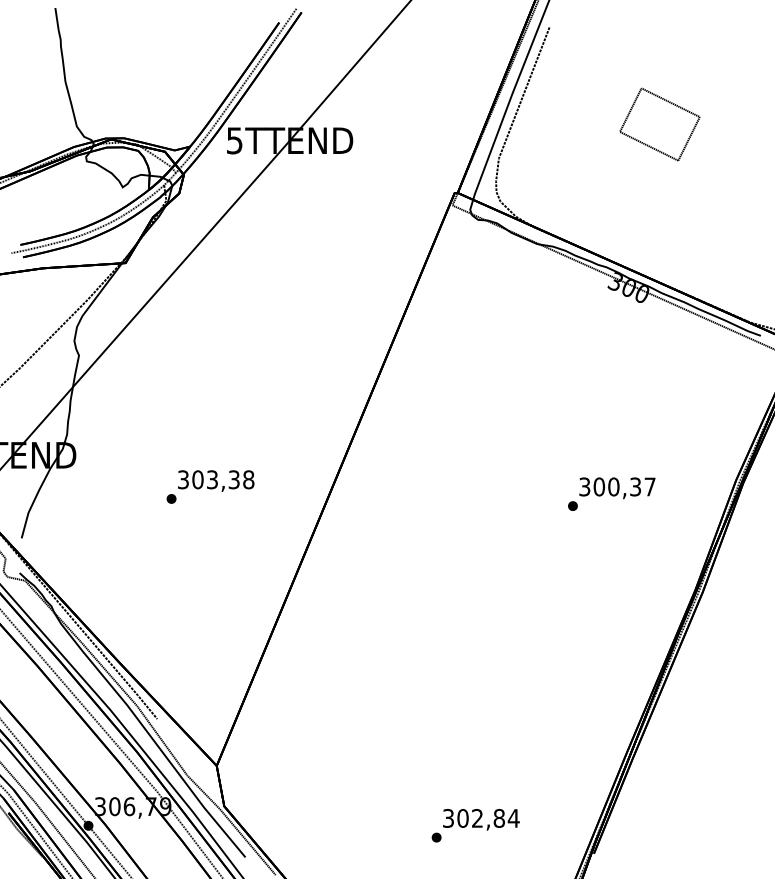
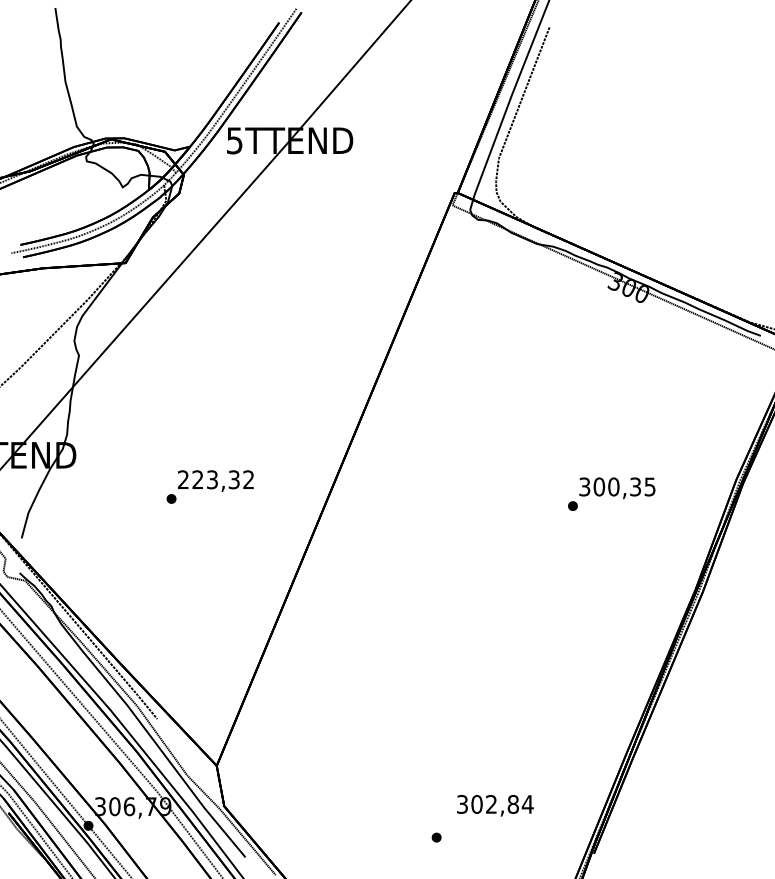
part at (659, 124): present -> none
text at (216, 479): 303,38 -> 223,32
text at (649, 486): 300,37 -> 300,35
text at (481, 819) position: (481, 819) -> (495, 805)
